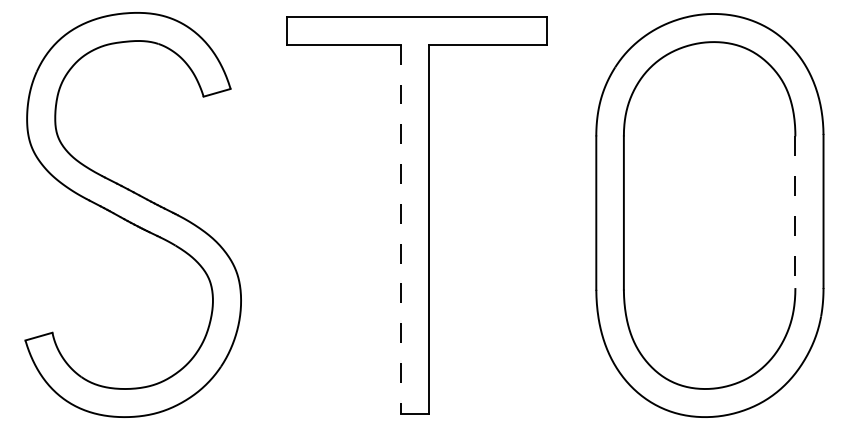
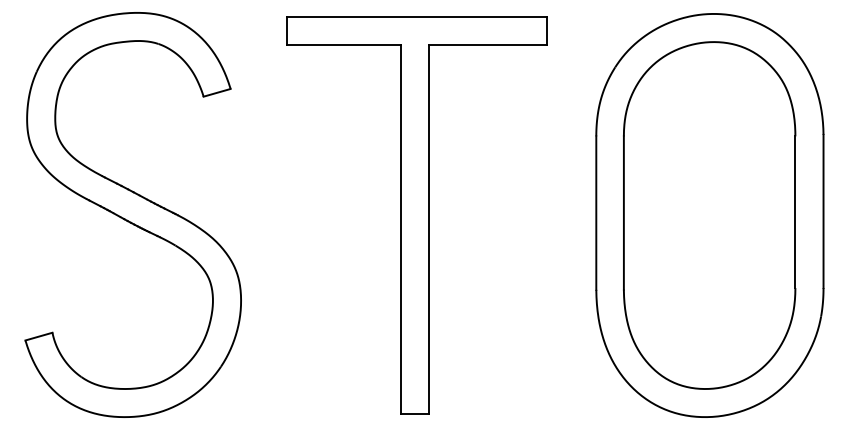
line at (795, 212): dashed -> solid
line at (400, 229): dashed -> solid
